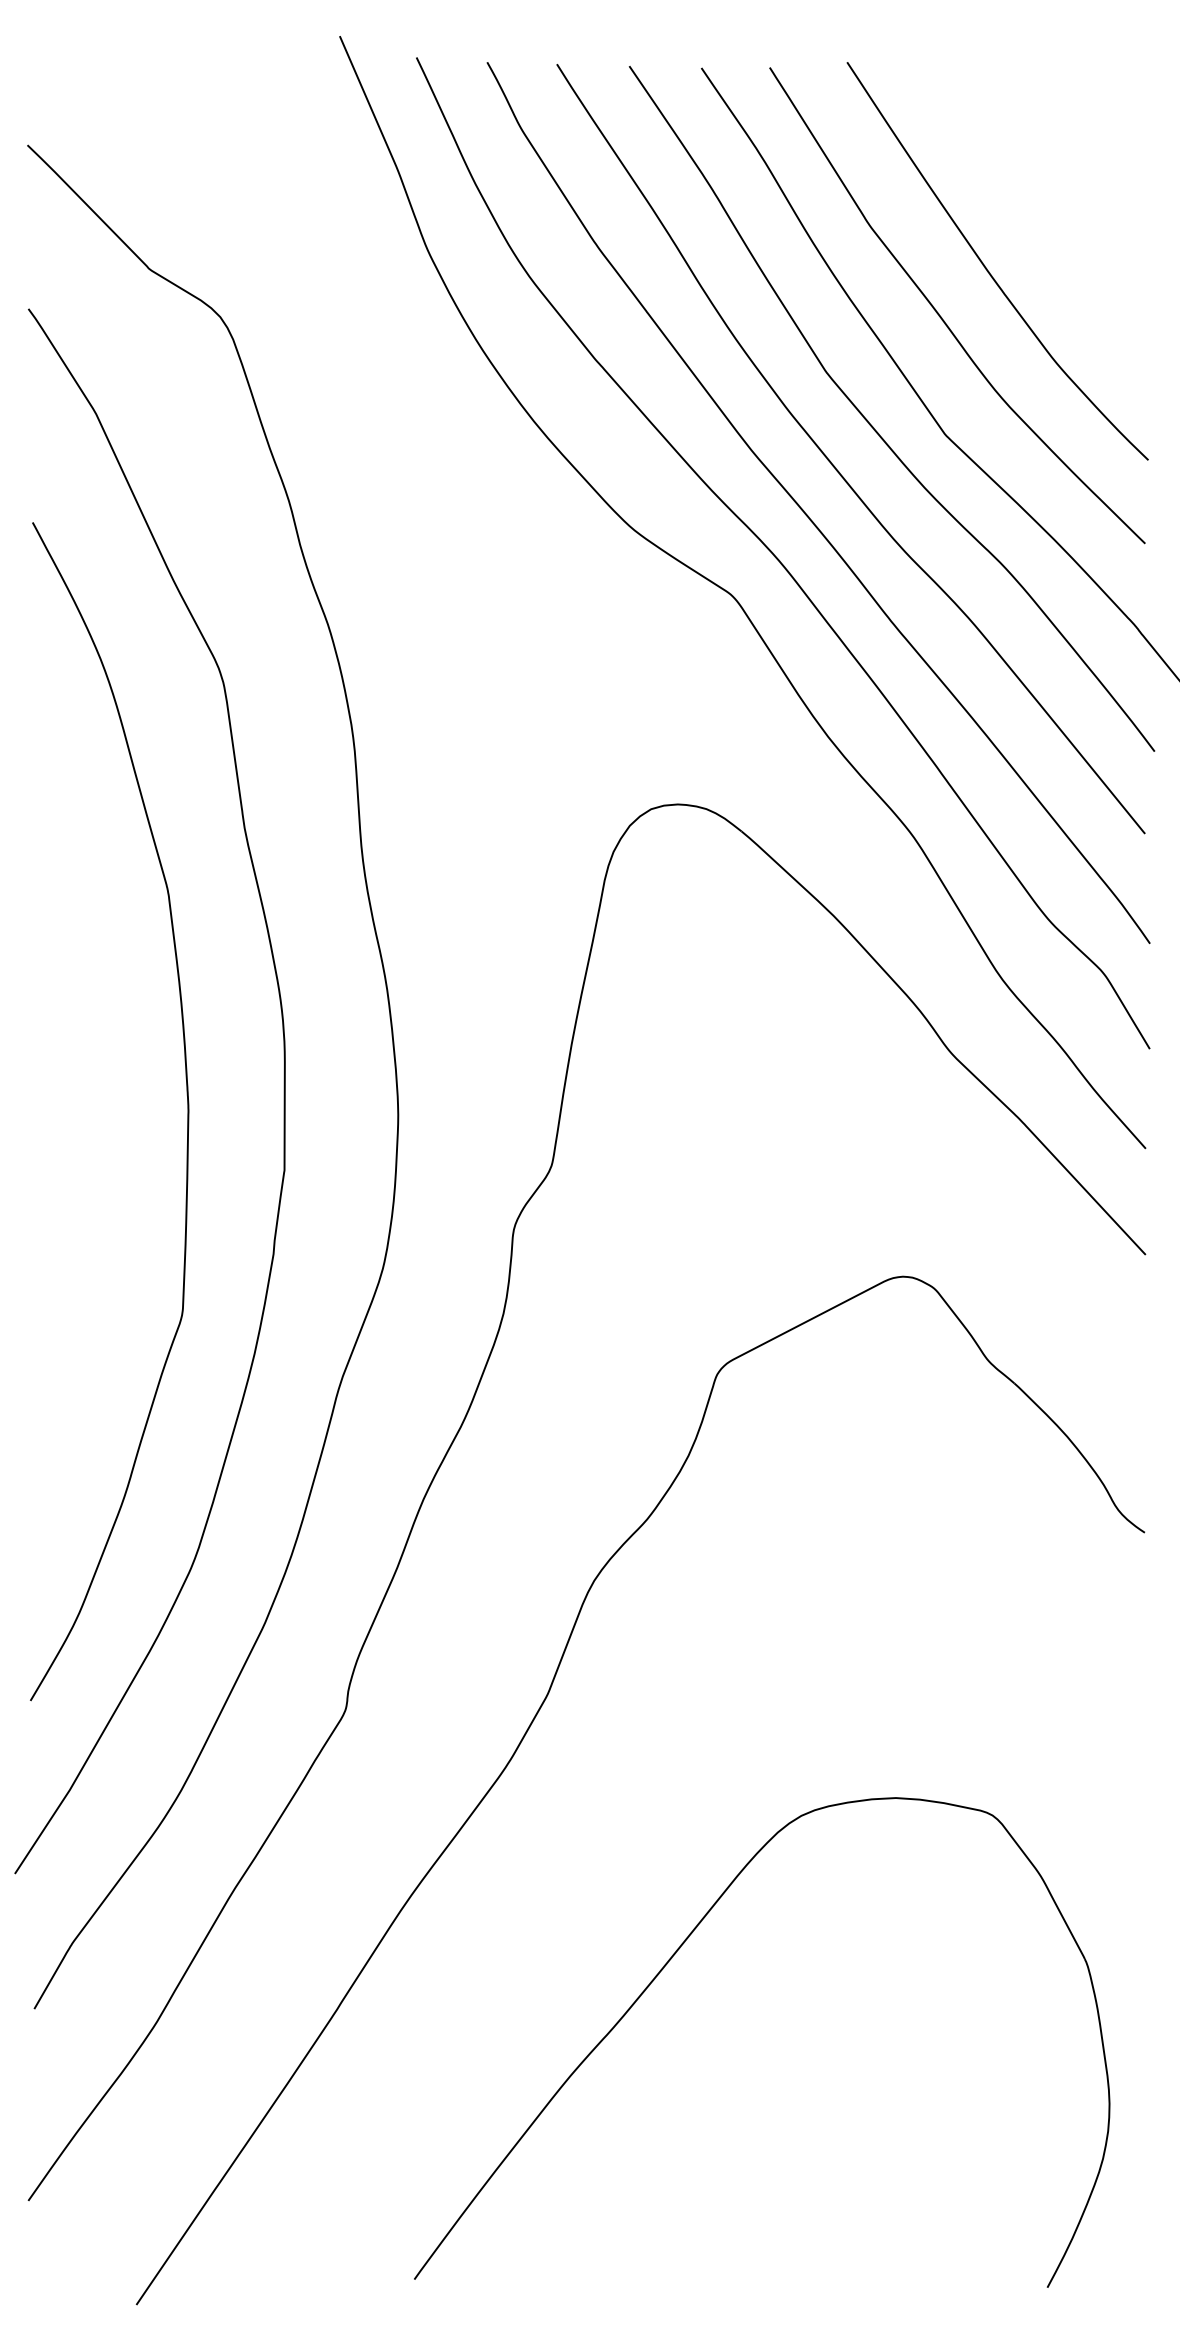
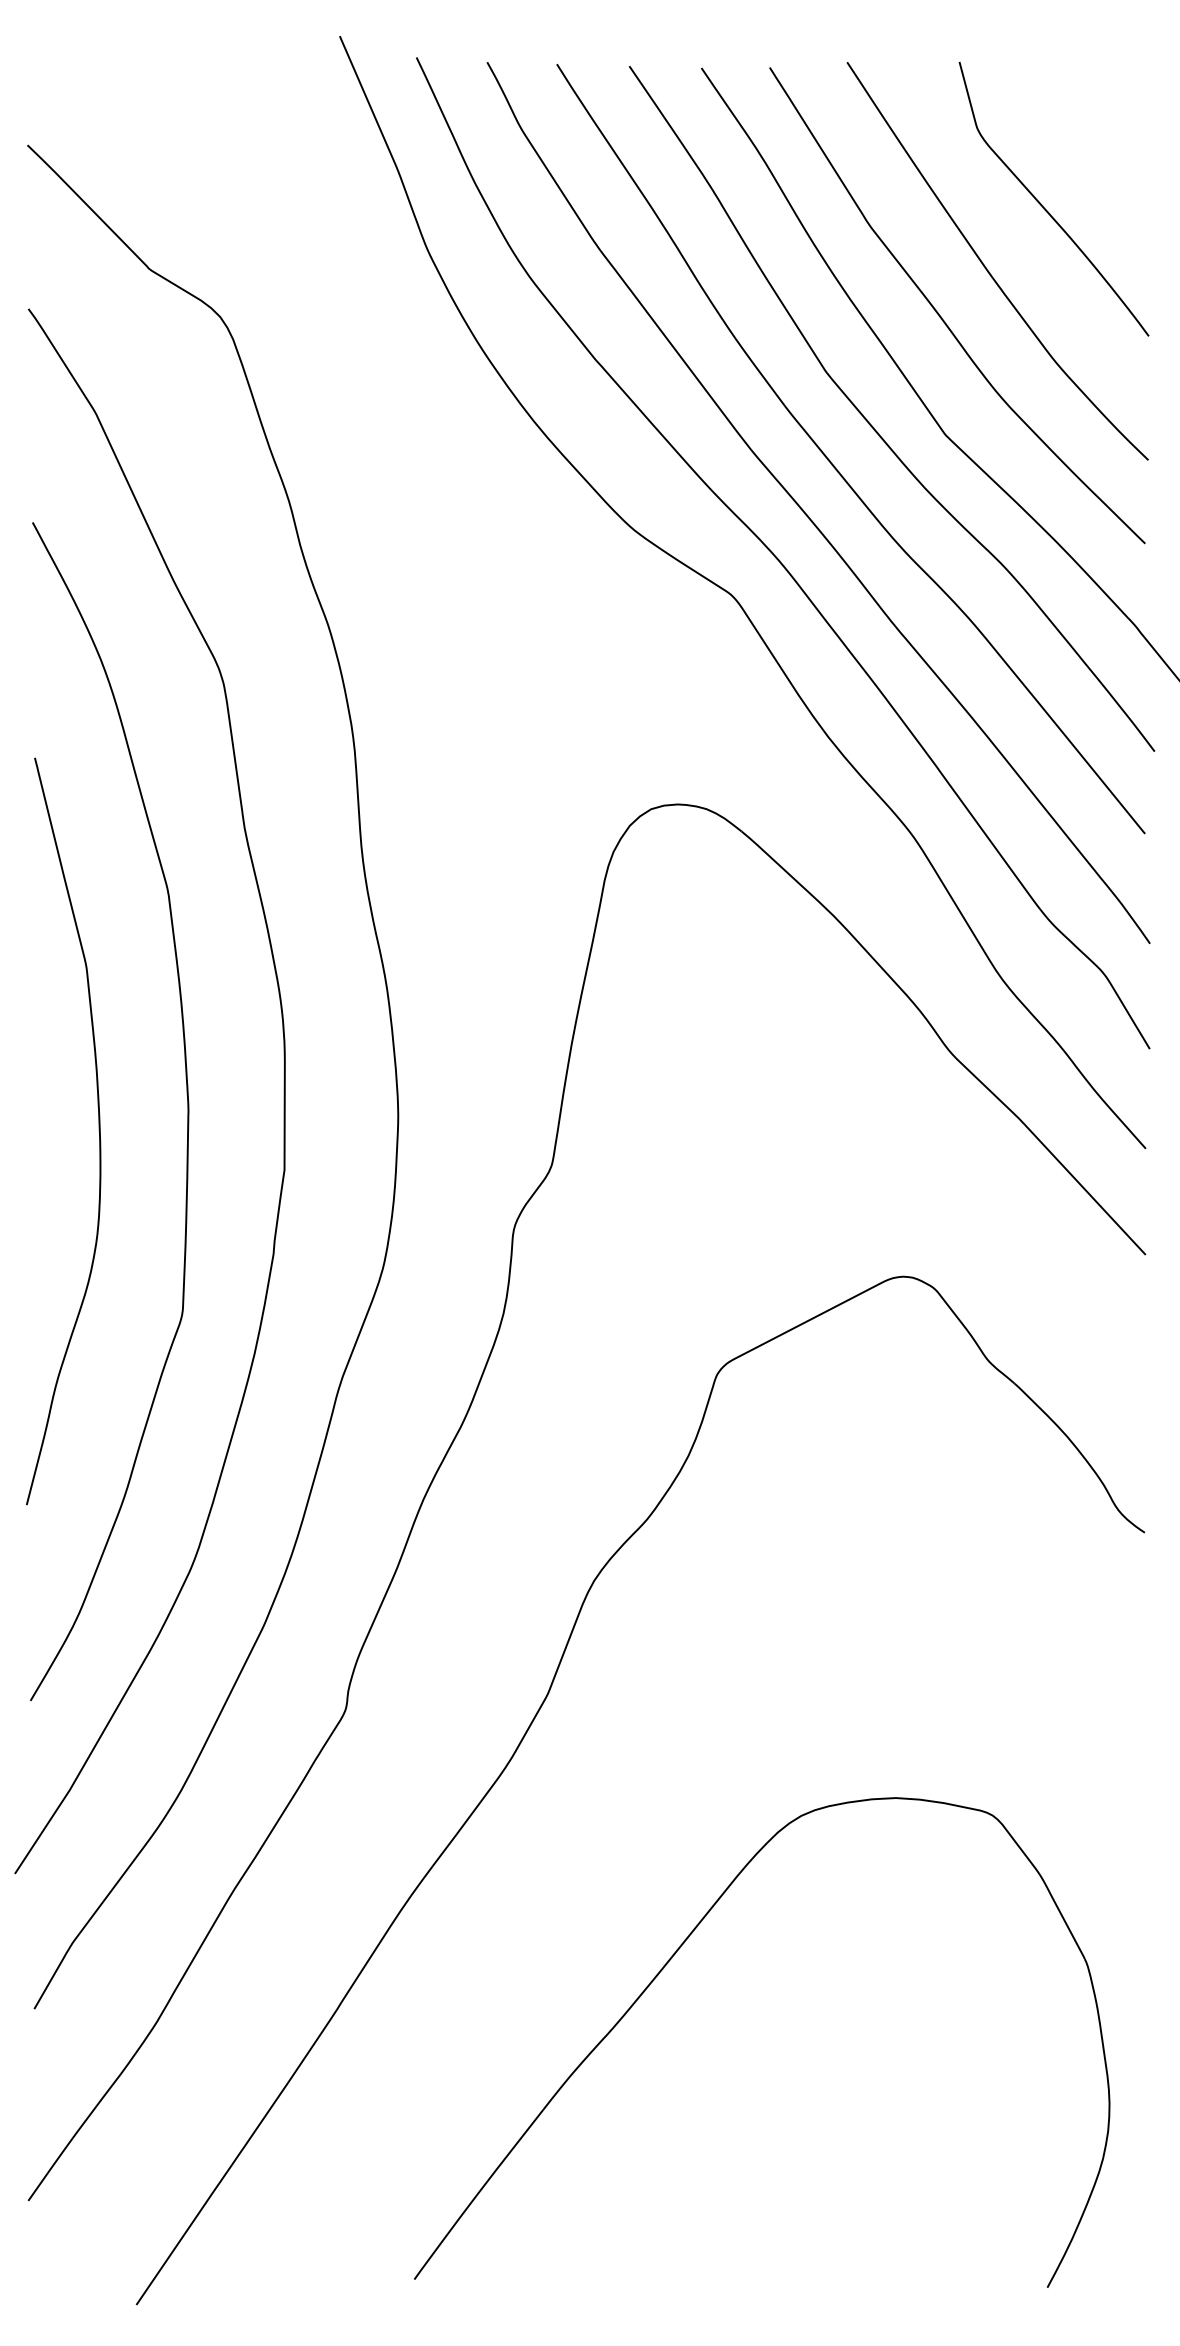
curve at (1042, 204): none -> present
curve at (98, 1130): none -> present
